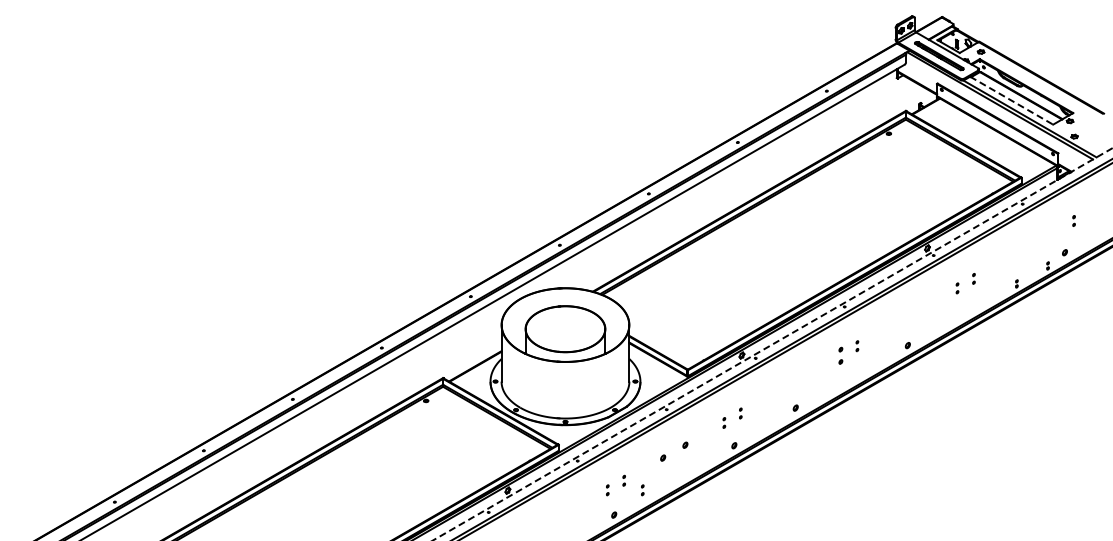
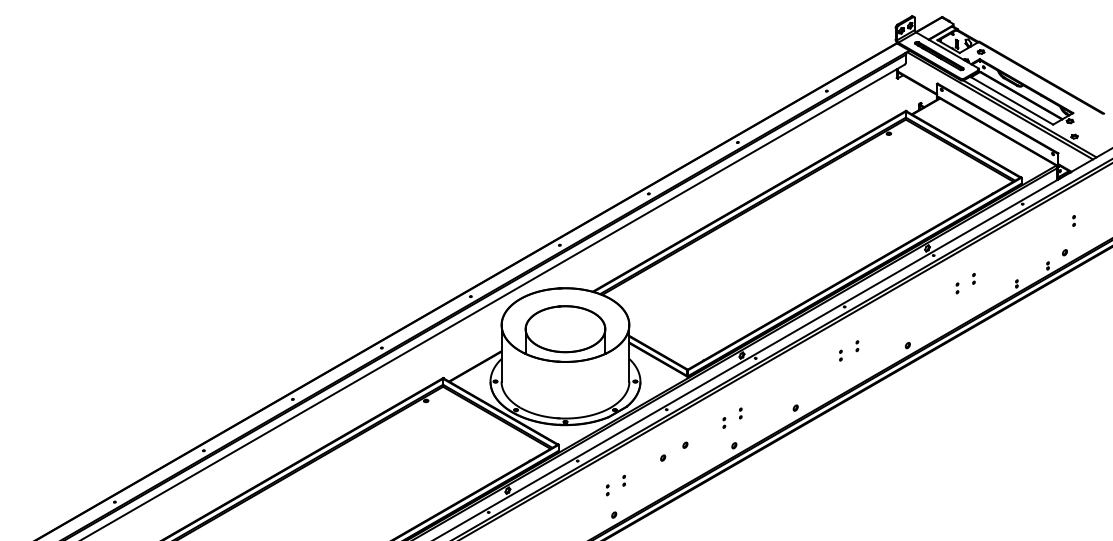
line at (1011, 100): dashed -> solid
line at (772, 344): dashed -> solid
part at (840, 355) size: 6x19 px -> 4x13 px
part at (642, 490): present -> none
